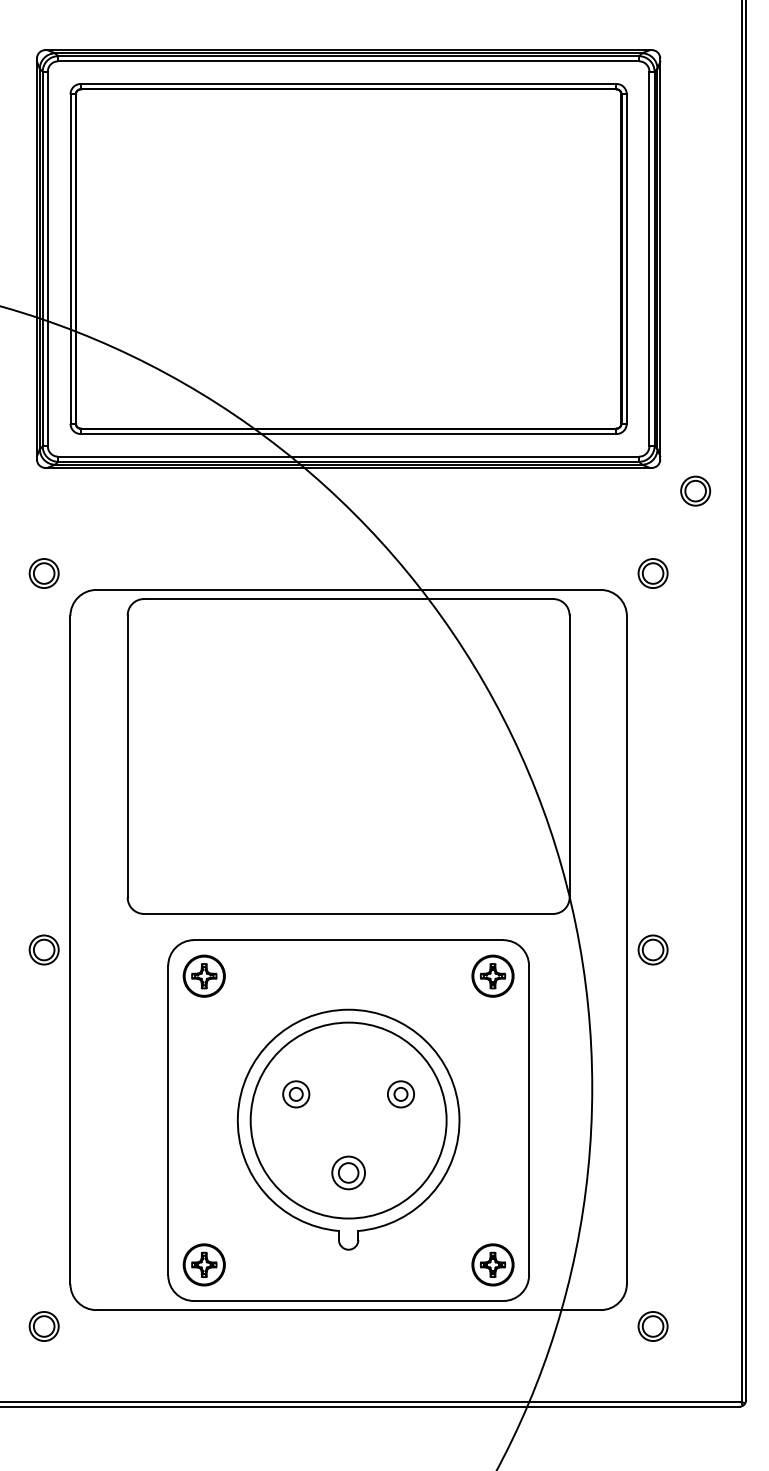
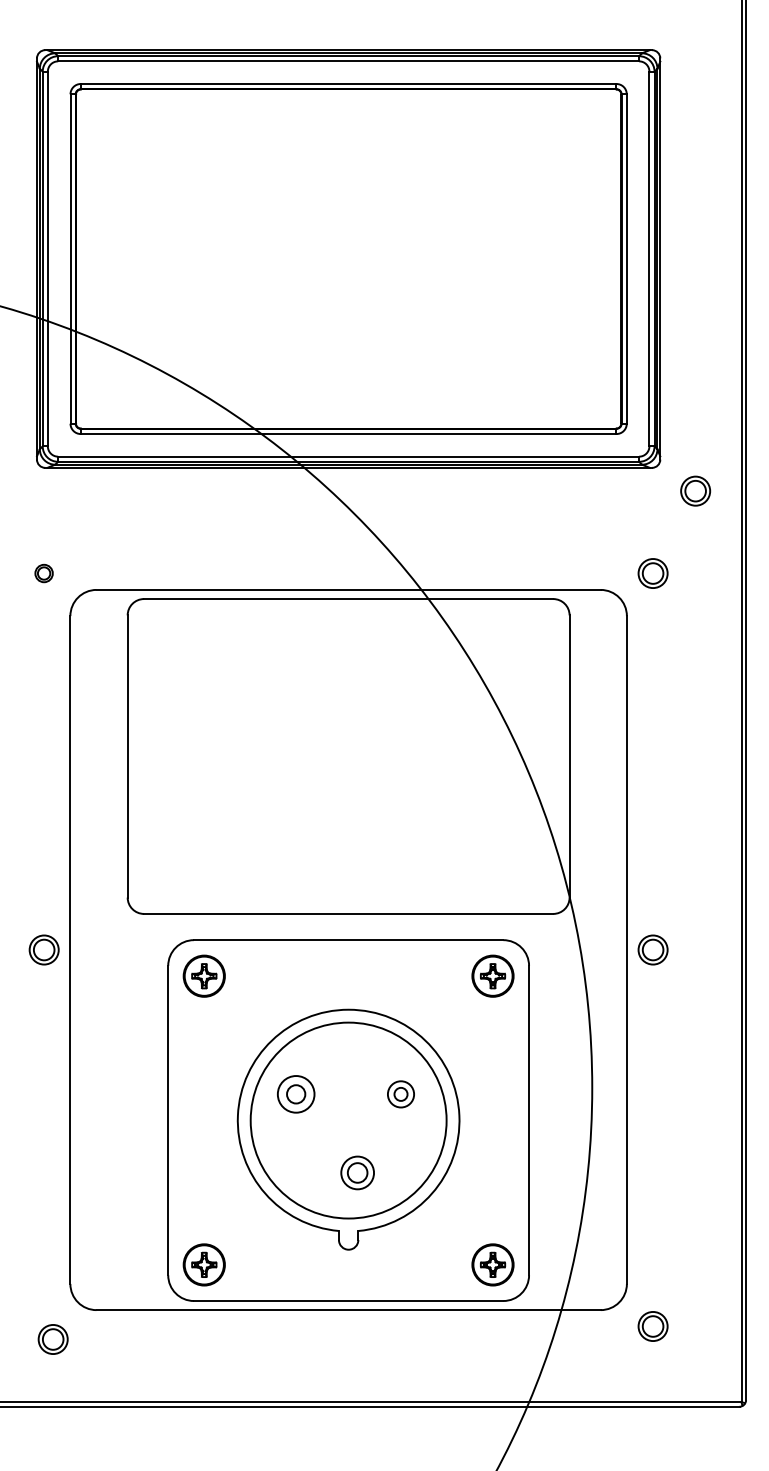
part at (43, 573) size: 32x31 px -> 20x21 px
part at (296, 1094) size: 29x29 px -> 39x39 px
part at (348, 1172) position: (348, 1172) -> (357, 1172)
part at (43, 1326) position: (43, 1326) -> (52, 1339)
